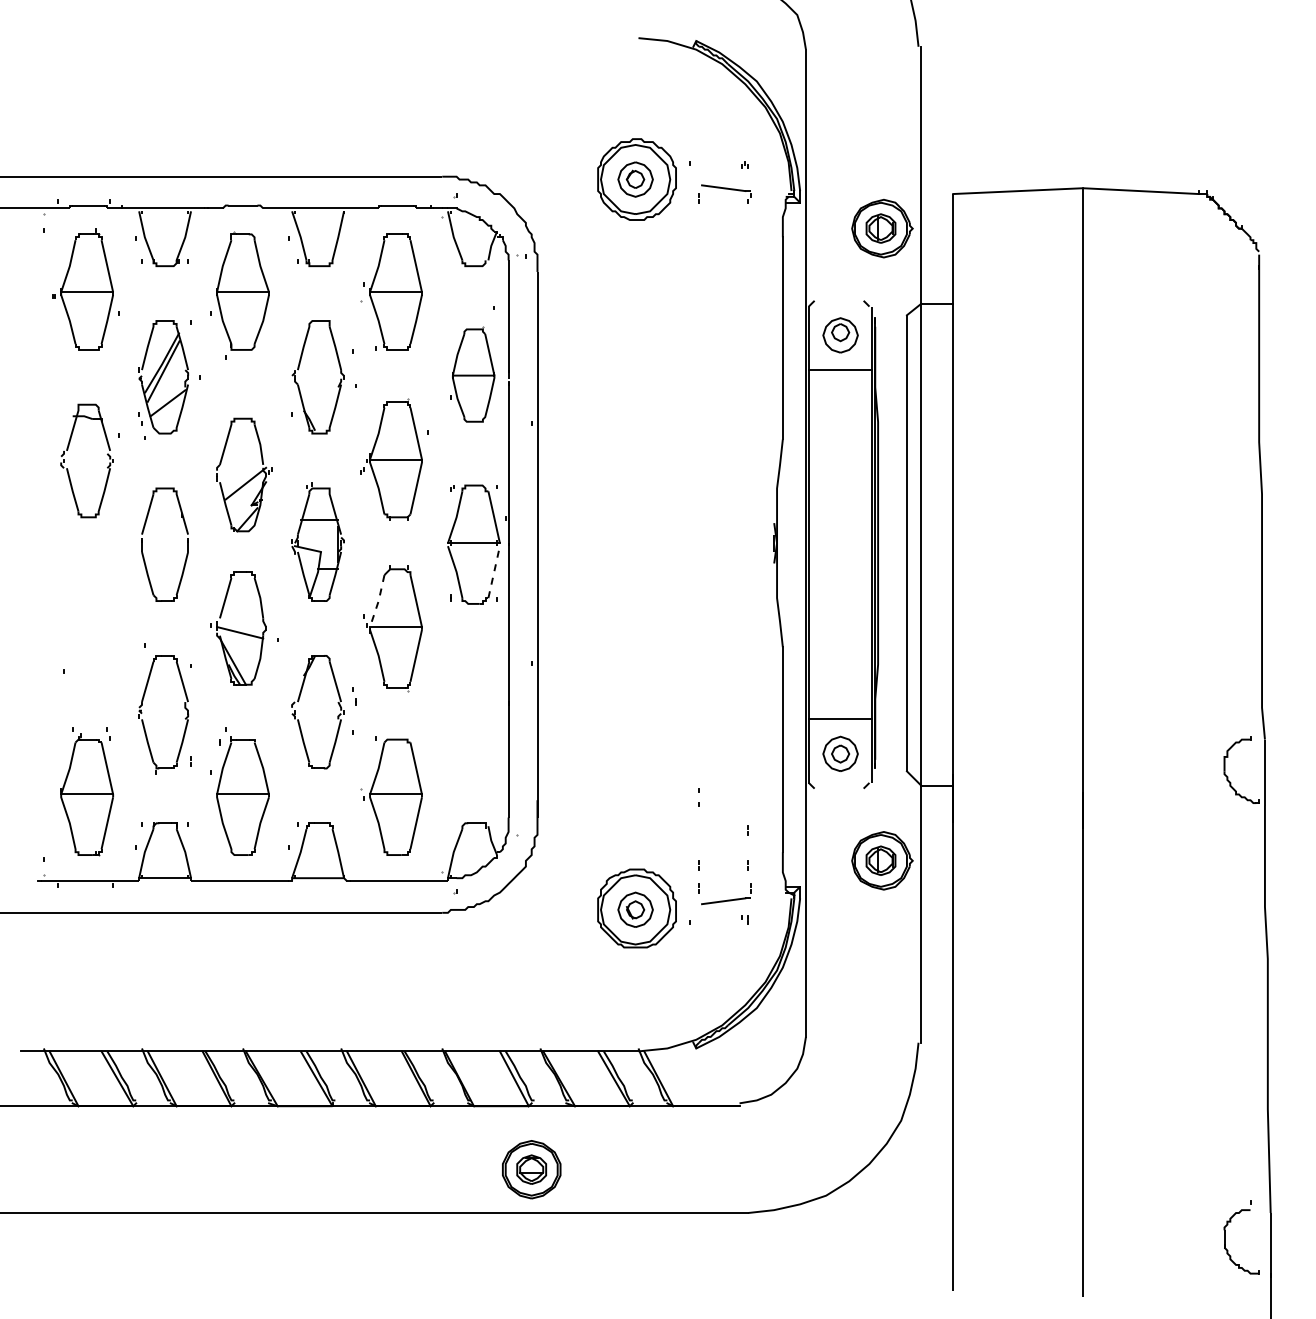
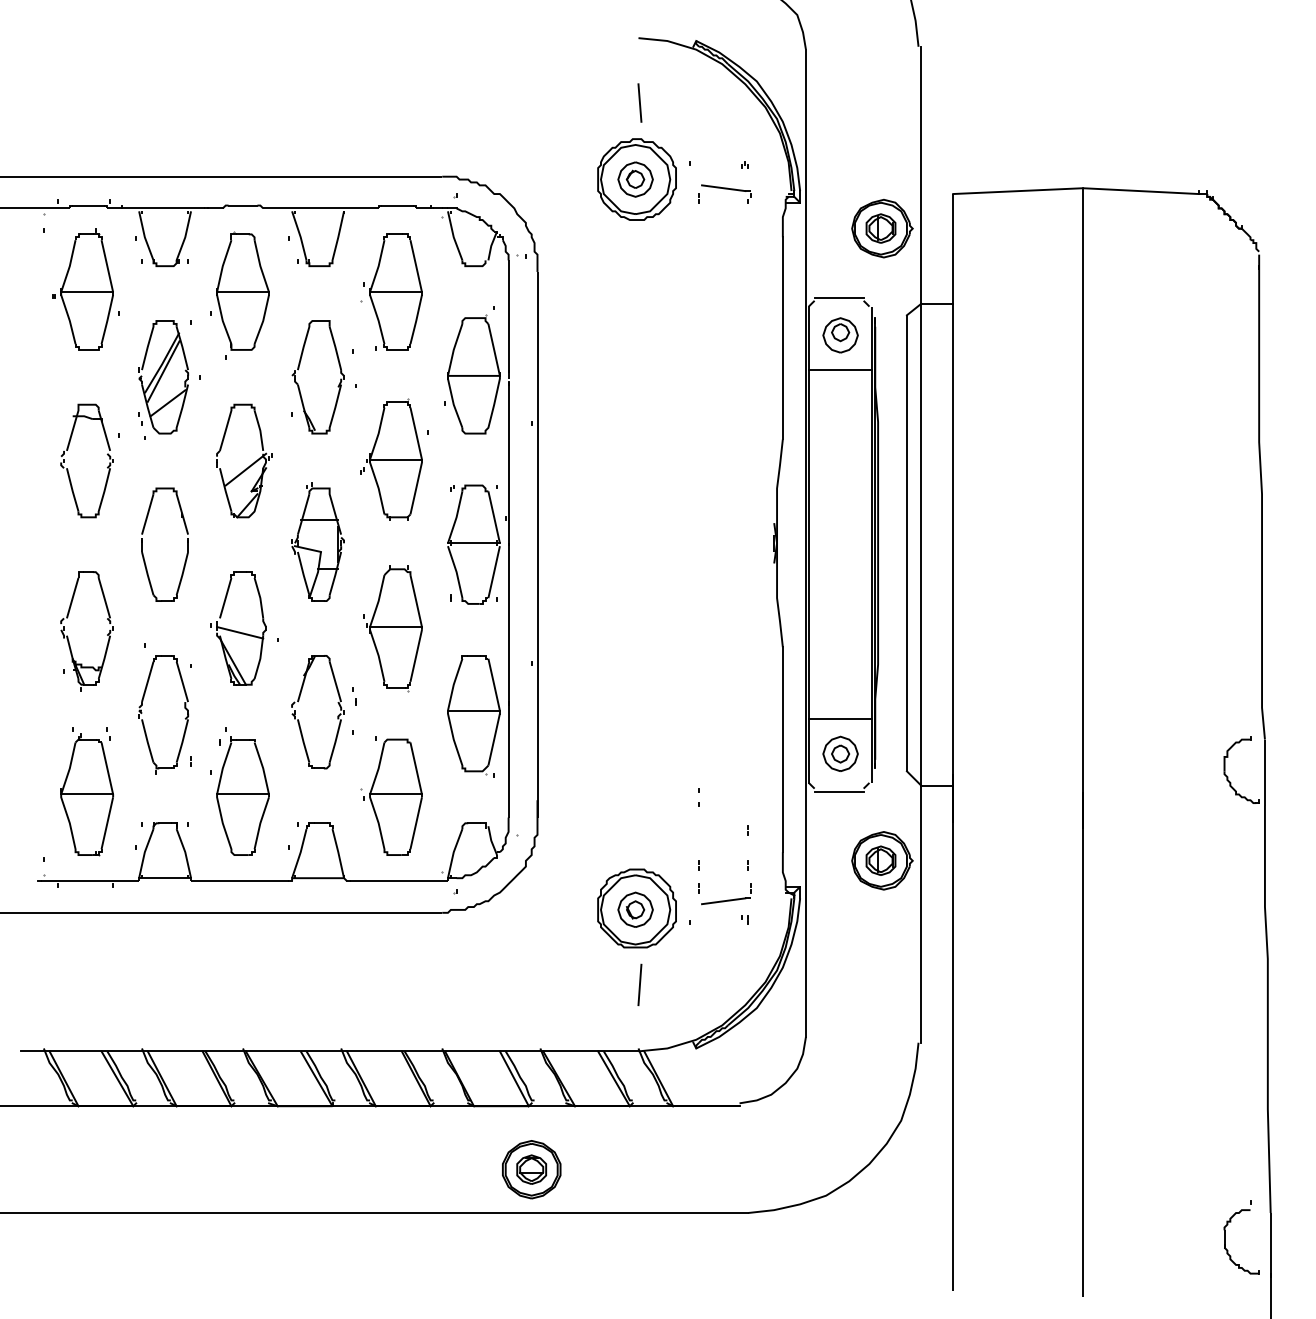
line at (639, 102): none -> present
line at (838, 297): none -> present
part at (472, 374) size: 46x97 px -> 57x121 px
part at (249, 479) position: (249, 479) -> (249, 465)
line at (494, 572): dashed -> solid
line at (378, 601): dashed -> solid
part at (68, 637): none -> present
part at (473, 716): none -> present
line at (838, 791): none -> present
line at (639, 984): none -> present
